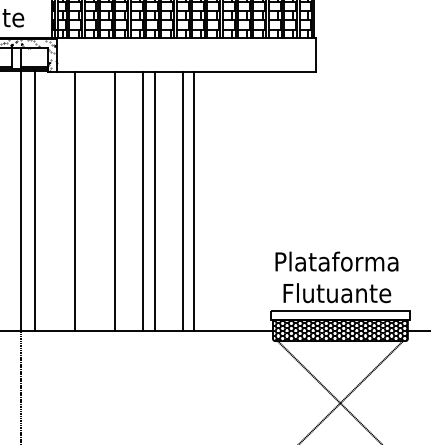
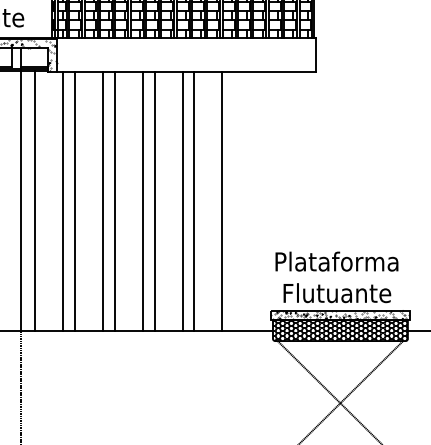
line at (63, 200): none -> present
line at (103, 200): none -> present
line at (222, 200): none -> present
hatch at (339, 315): none -> present
